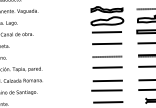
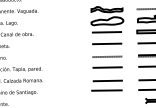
line at (108, 102): present -> none
